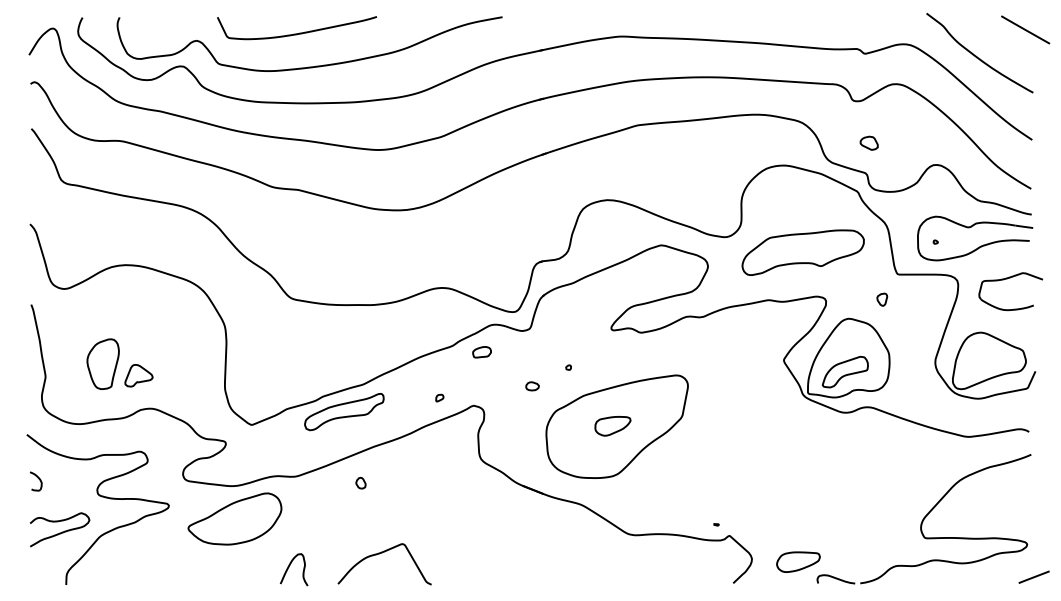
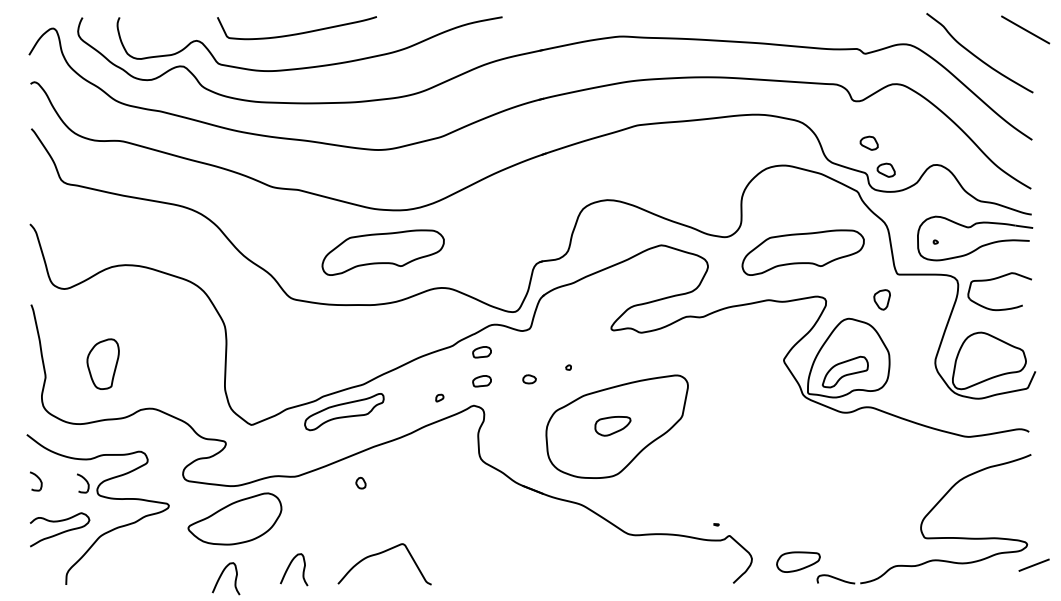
part at (885, 169): none -> present
part at (382, 252): none -> present
part at (1007, 279) position: (1007, 279) -> (996, 279)
part at (882, 299) size: 13x15 px -> 18x22 px
part at (138, 375): present -> none
part at (481, 381): none -> present
part at (532, 386) position: (532, 386) -> (529, 379)
part at (83, 483): none -> present
curve at (221, 576): none -> present
line at (1033, 576) position: (1033, 576) -> (1033, 564)
